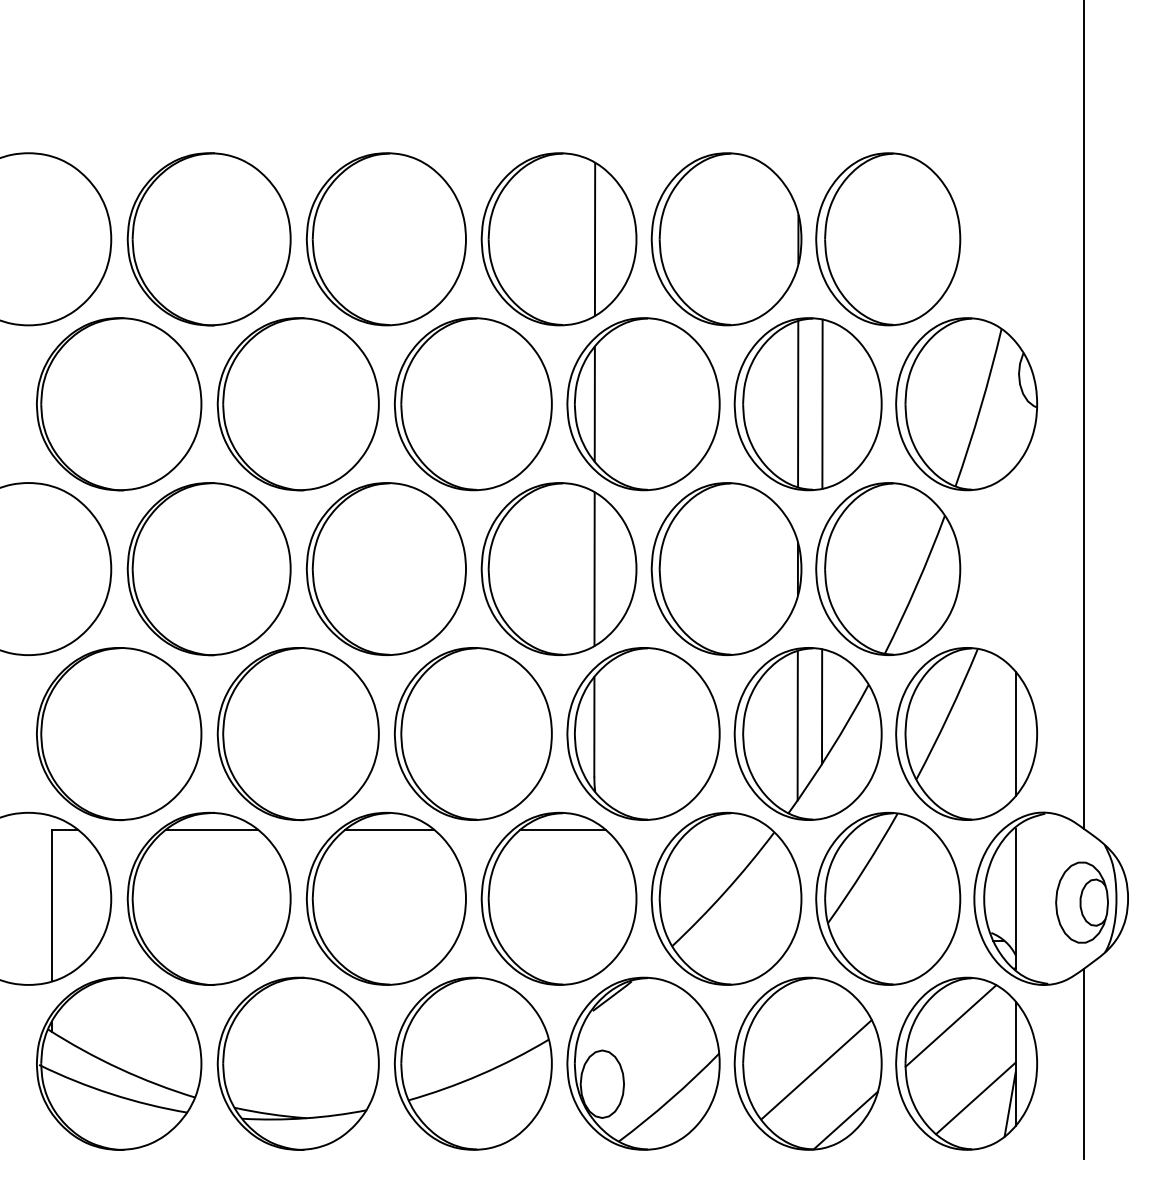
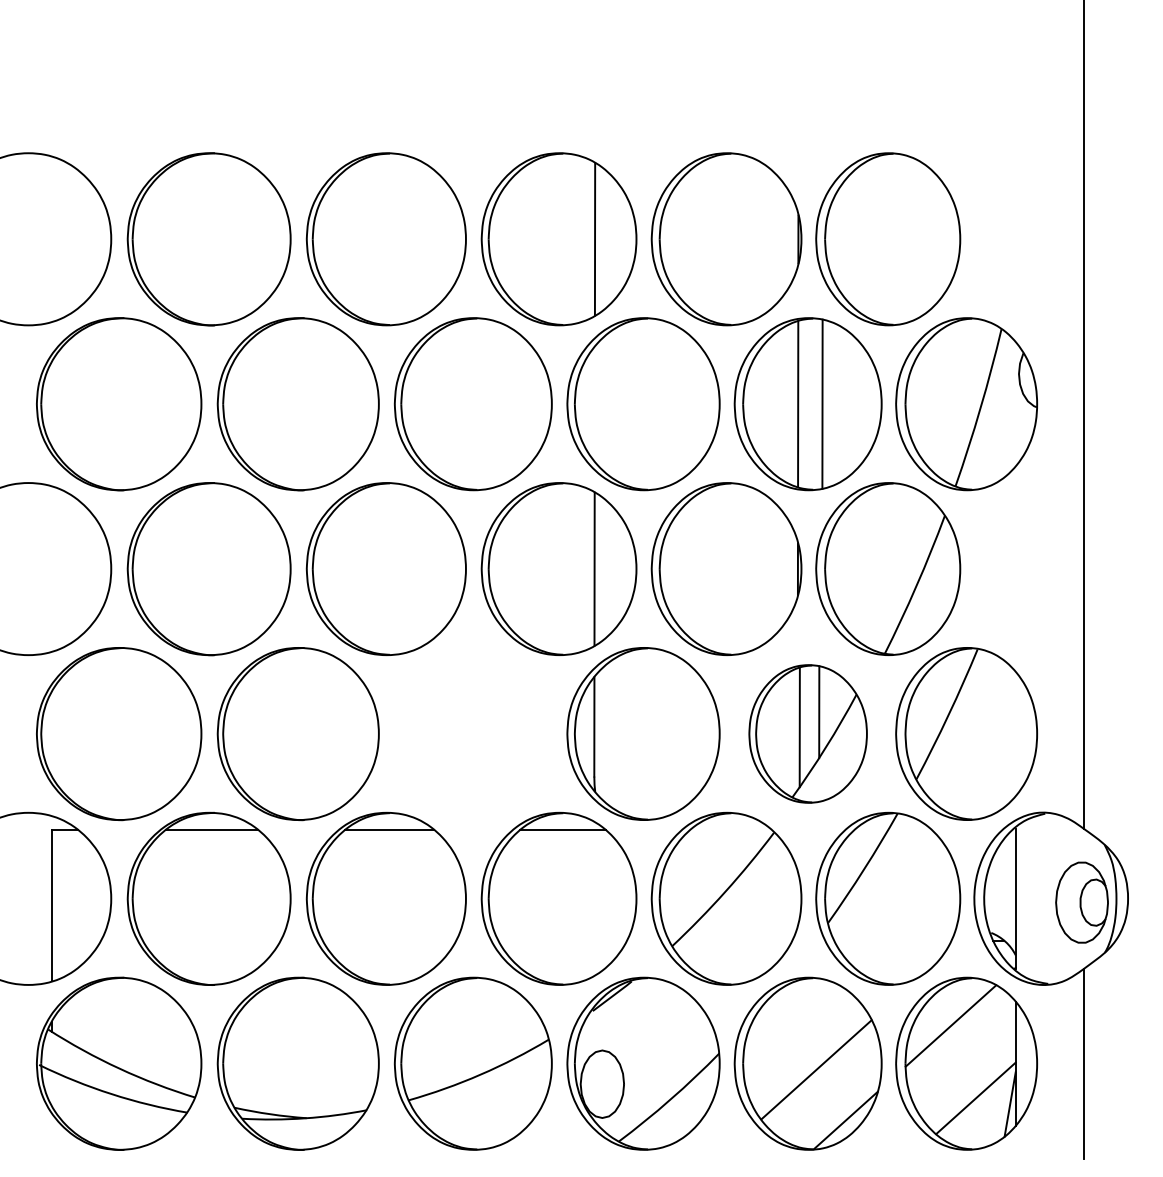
line at (594, 403): present -> none
part at (472, 733): present -> none
part at (807, 733) size: 150x174 px -> 120x140 px
line at (1015, 733): present -> none
